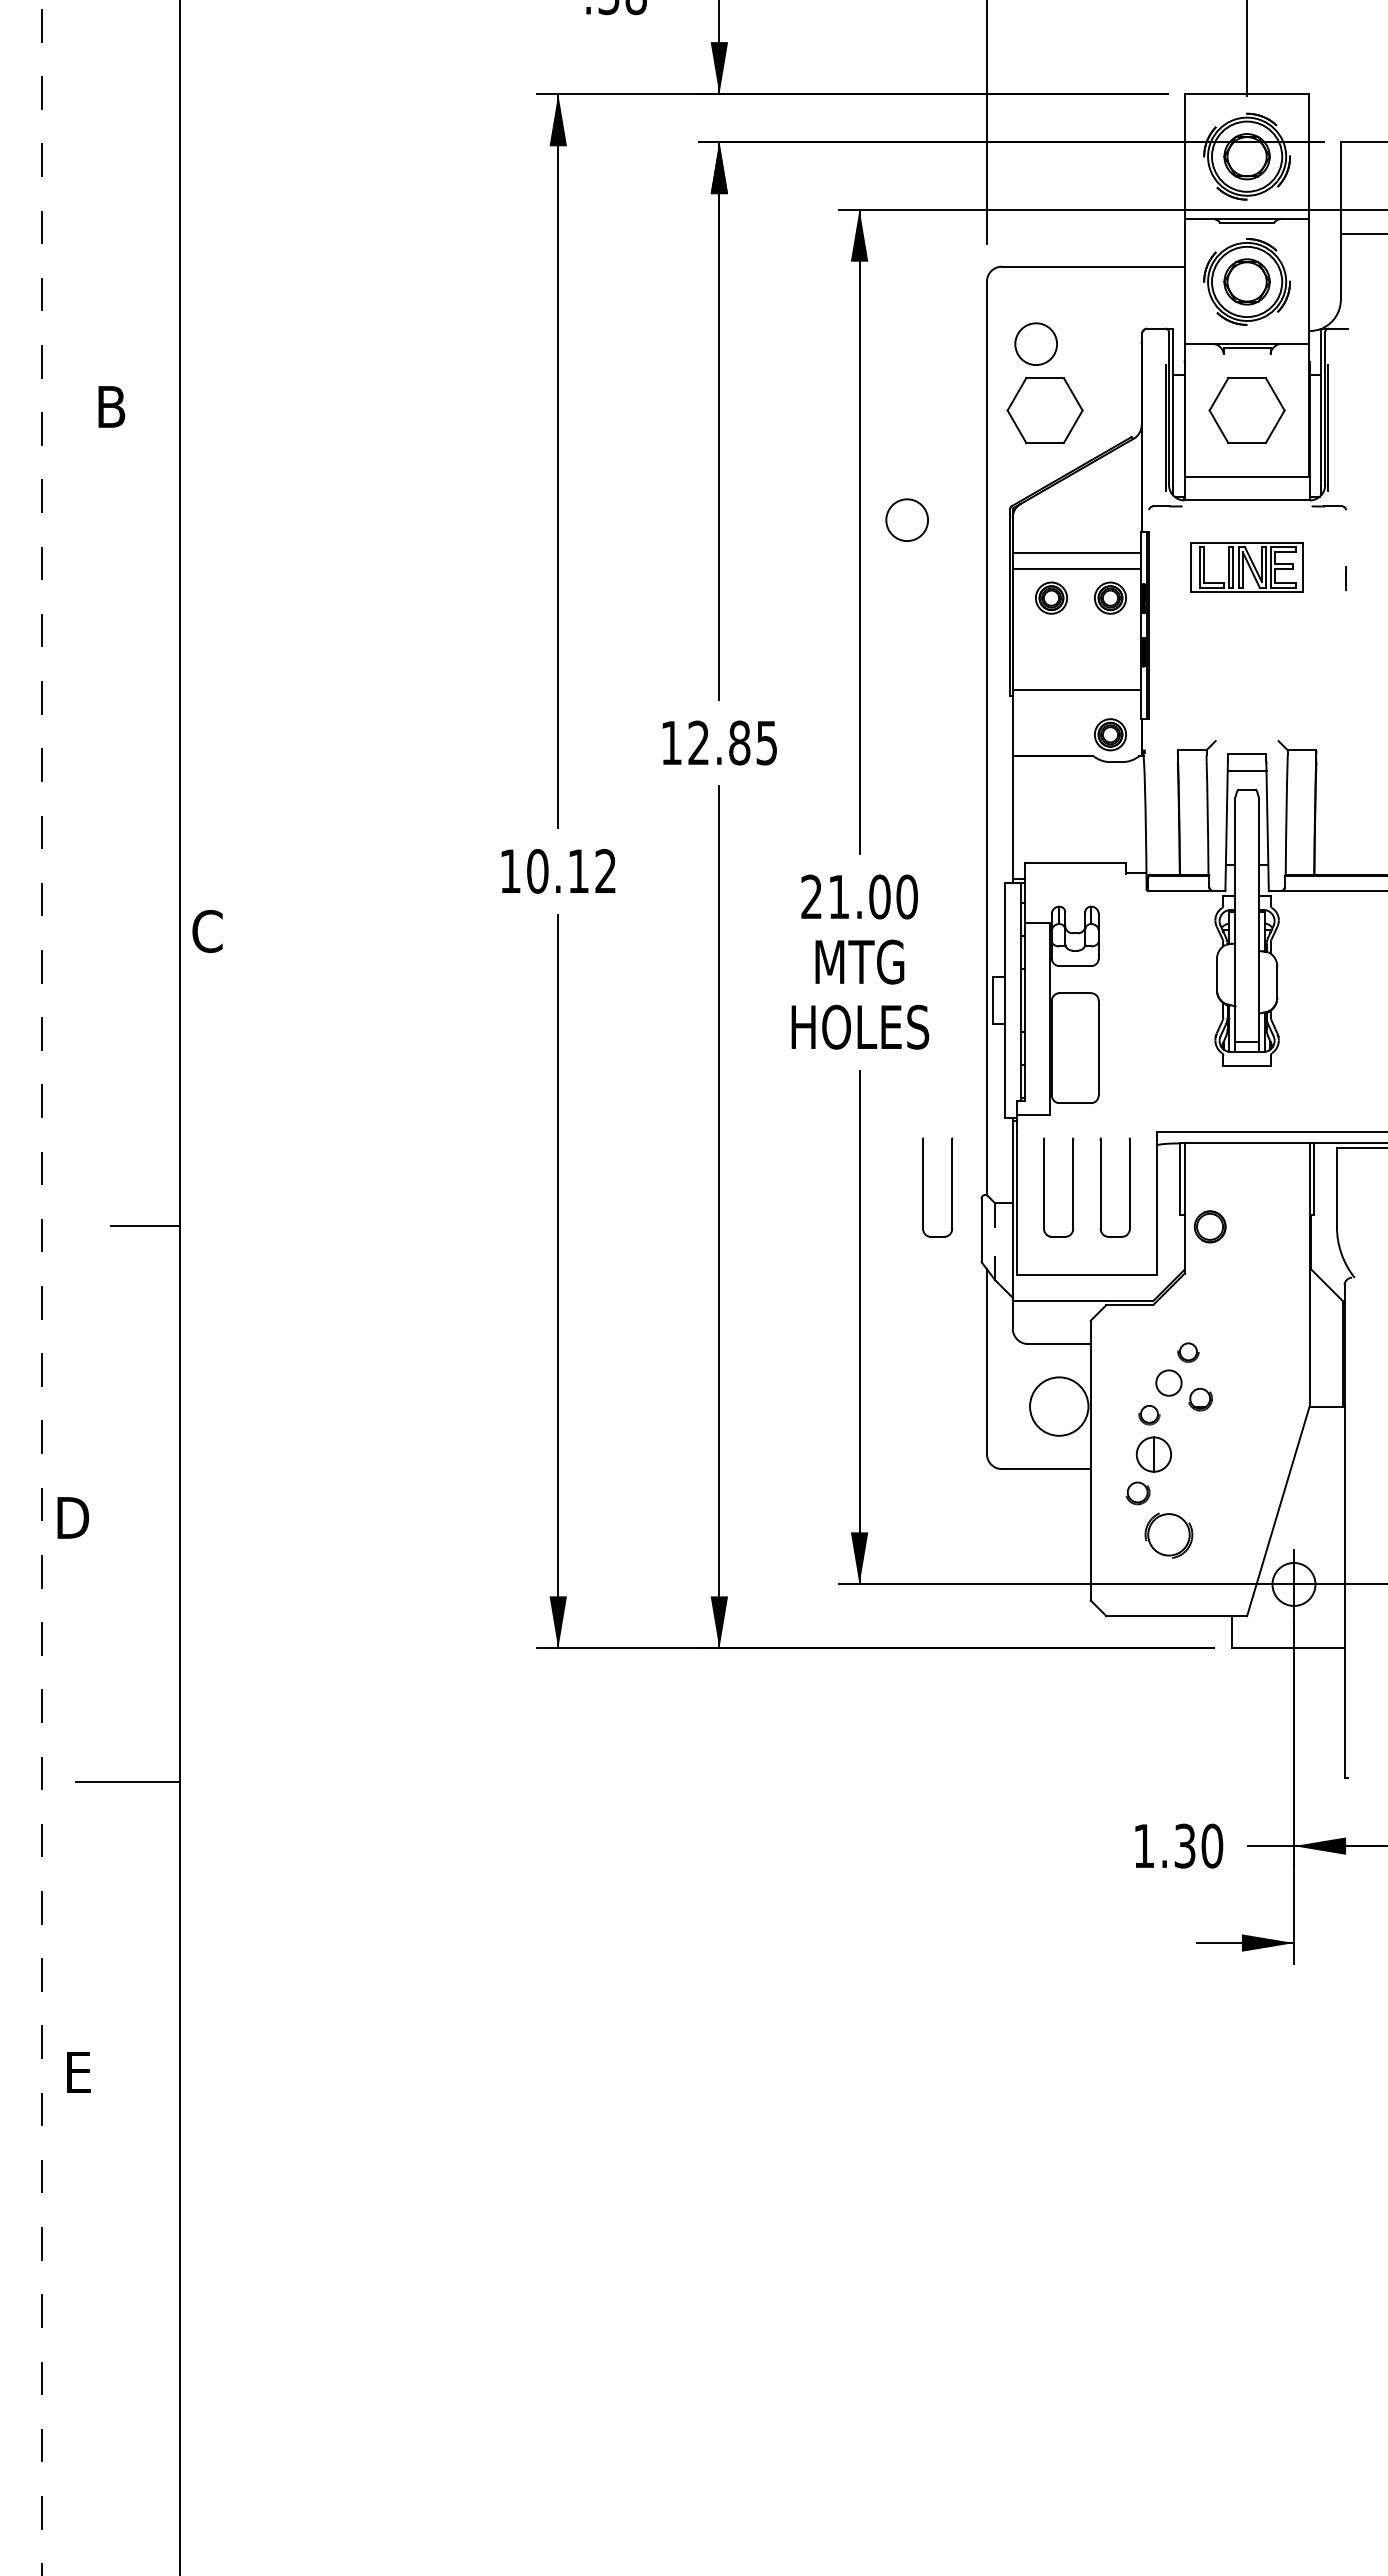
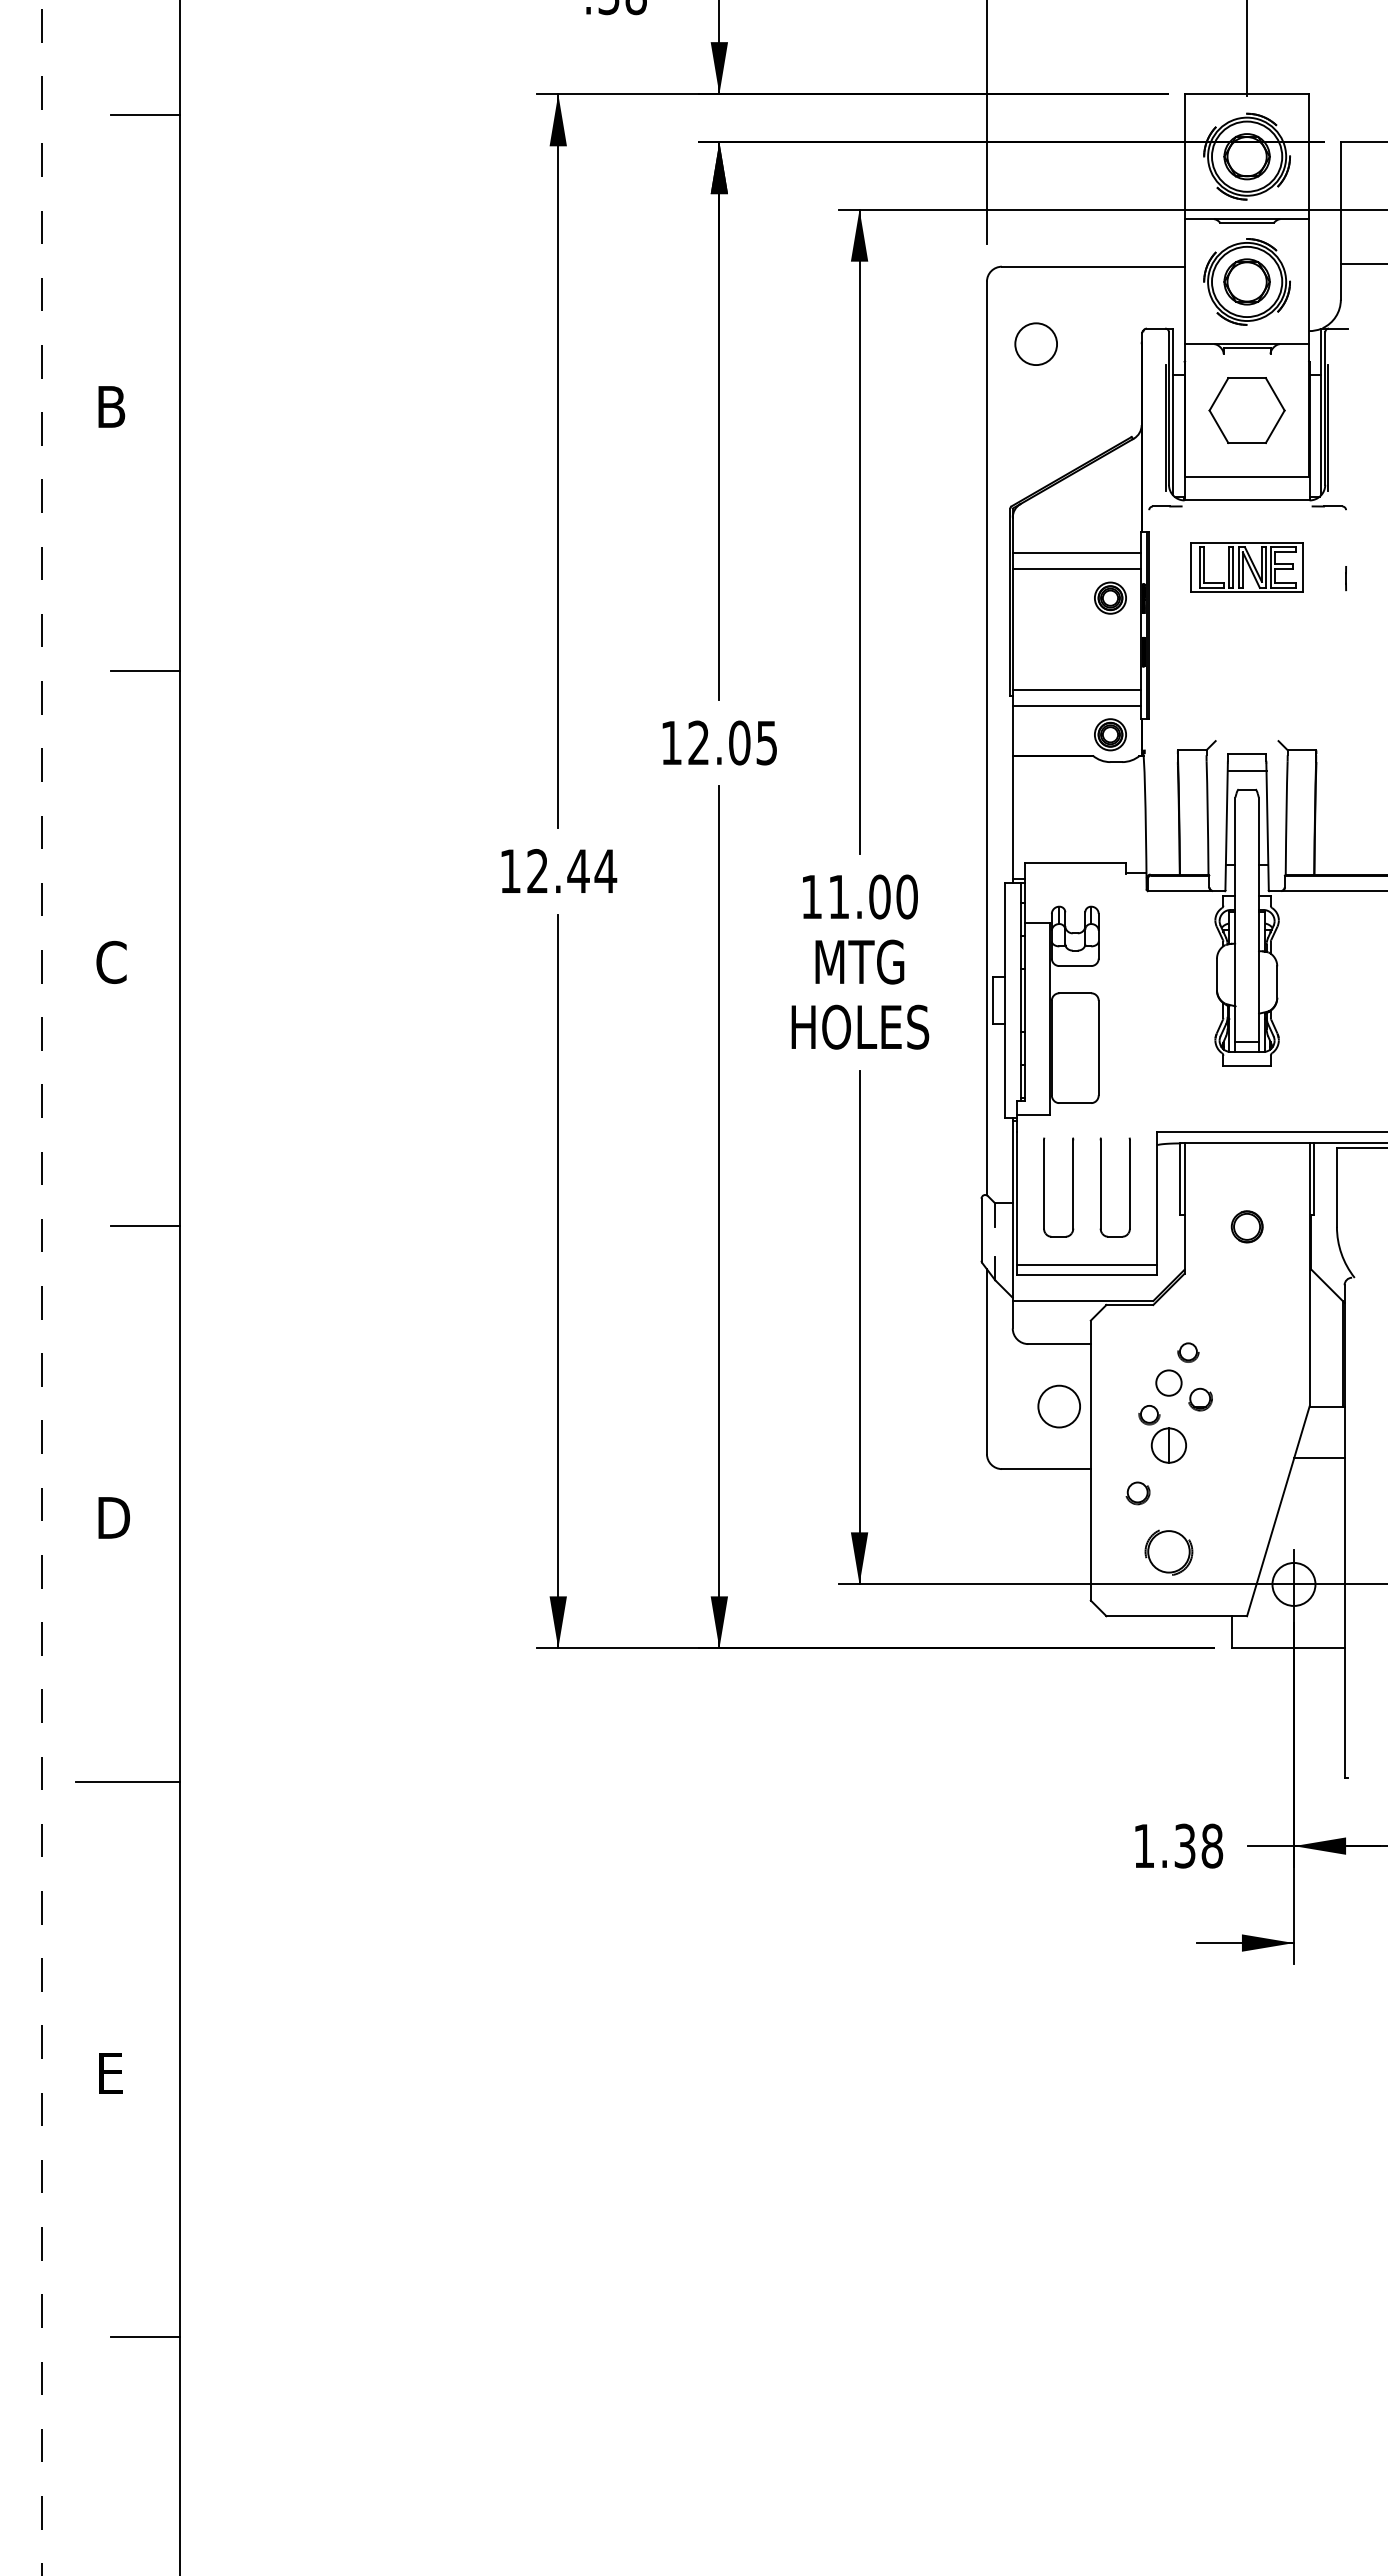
line at (145, 115): none -> present
line at (1362, 234) position: (1362, 234) -> (1362, 264)
part at (1044, 410): present -> none
circle at (906, 519): present -> none
part at (1051, 597): present -> none
line at (145, 670): none -> present
line at (1076, 705): none -> present
text at (739, 742): 12.85 -> 12.05
text at (572, 870): 10.12 -> 12.44
text at (811, 896): 21.00 -> 11.00
text at (207, 931) position: (207, 931) -> (111, 962)
part at (923, 1187): present -> none
part at (1209, 1226) position: (1209, 1226) -> (1246, 1226)
line at (1086, 1265): none -> present
circle at (1059, 1406) diameter: 58 px -> 42 px
part at (1153, 1454) position: (1153, 1454) -> (1168, 1445)
line at (1319, 1457): none -> present
text at (72, 1517) position: (72, 1517) -> (113, 1517)
part at (1168, 1535) position: (1168, 1535) -> (1168, 1552)
text at (1212, 1845): 1.30 -> 1.38
text at (78, 2072) position: (78, 2072) -> (110, 2073)
line at (145, 2337): none -> present
